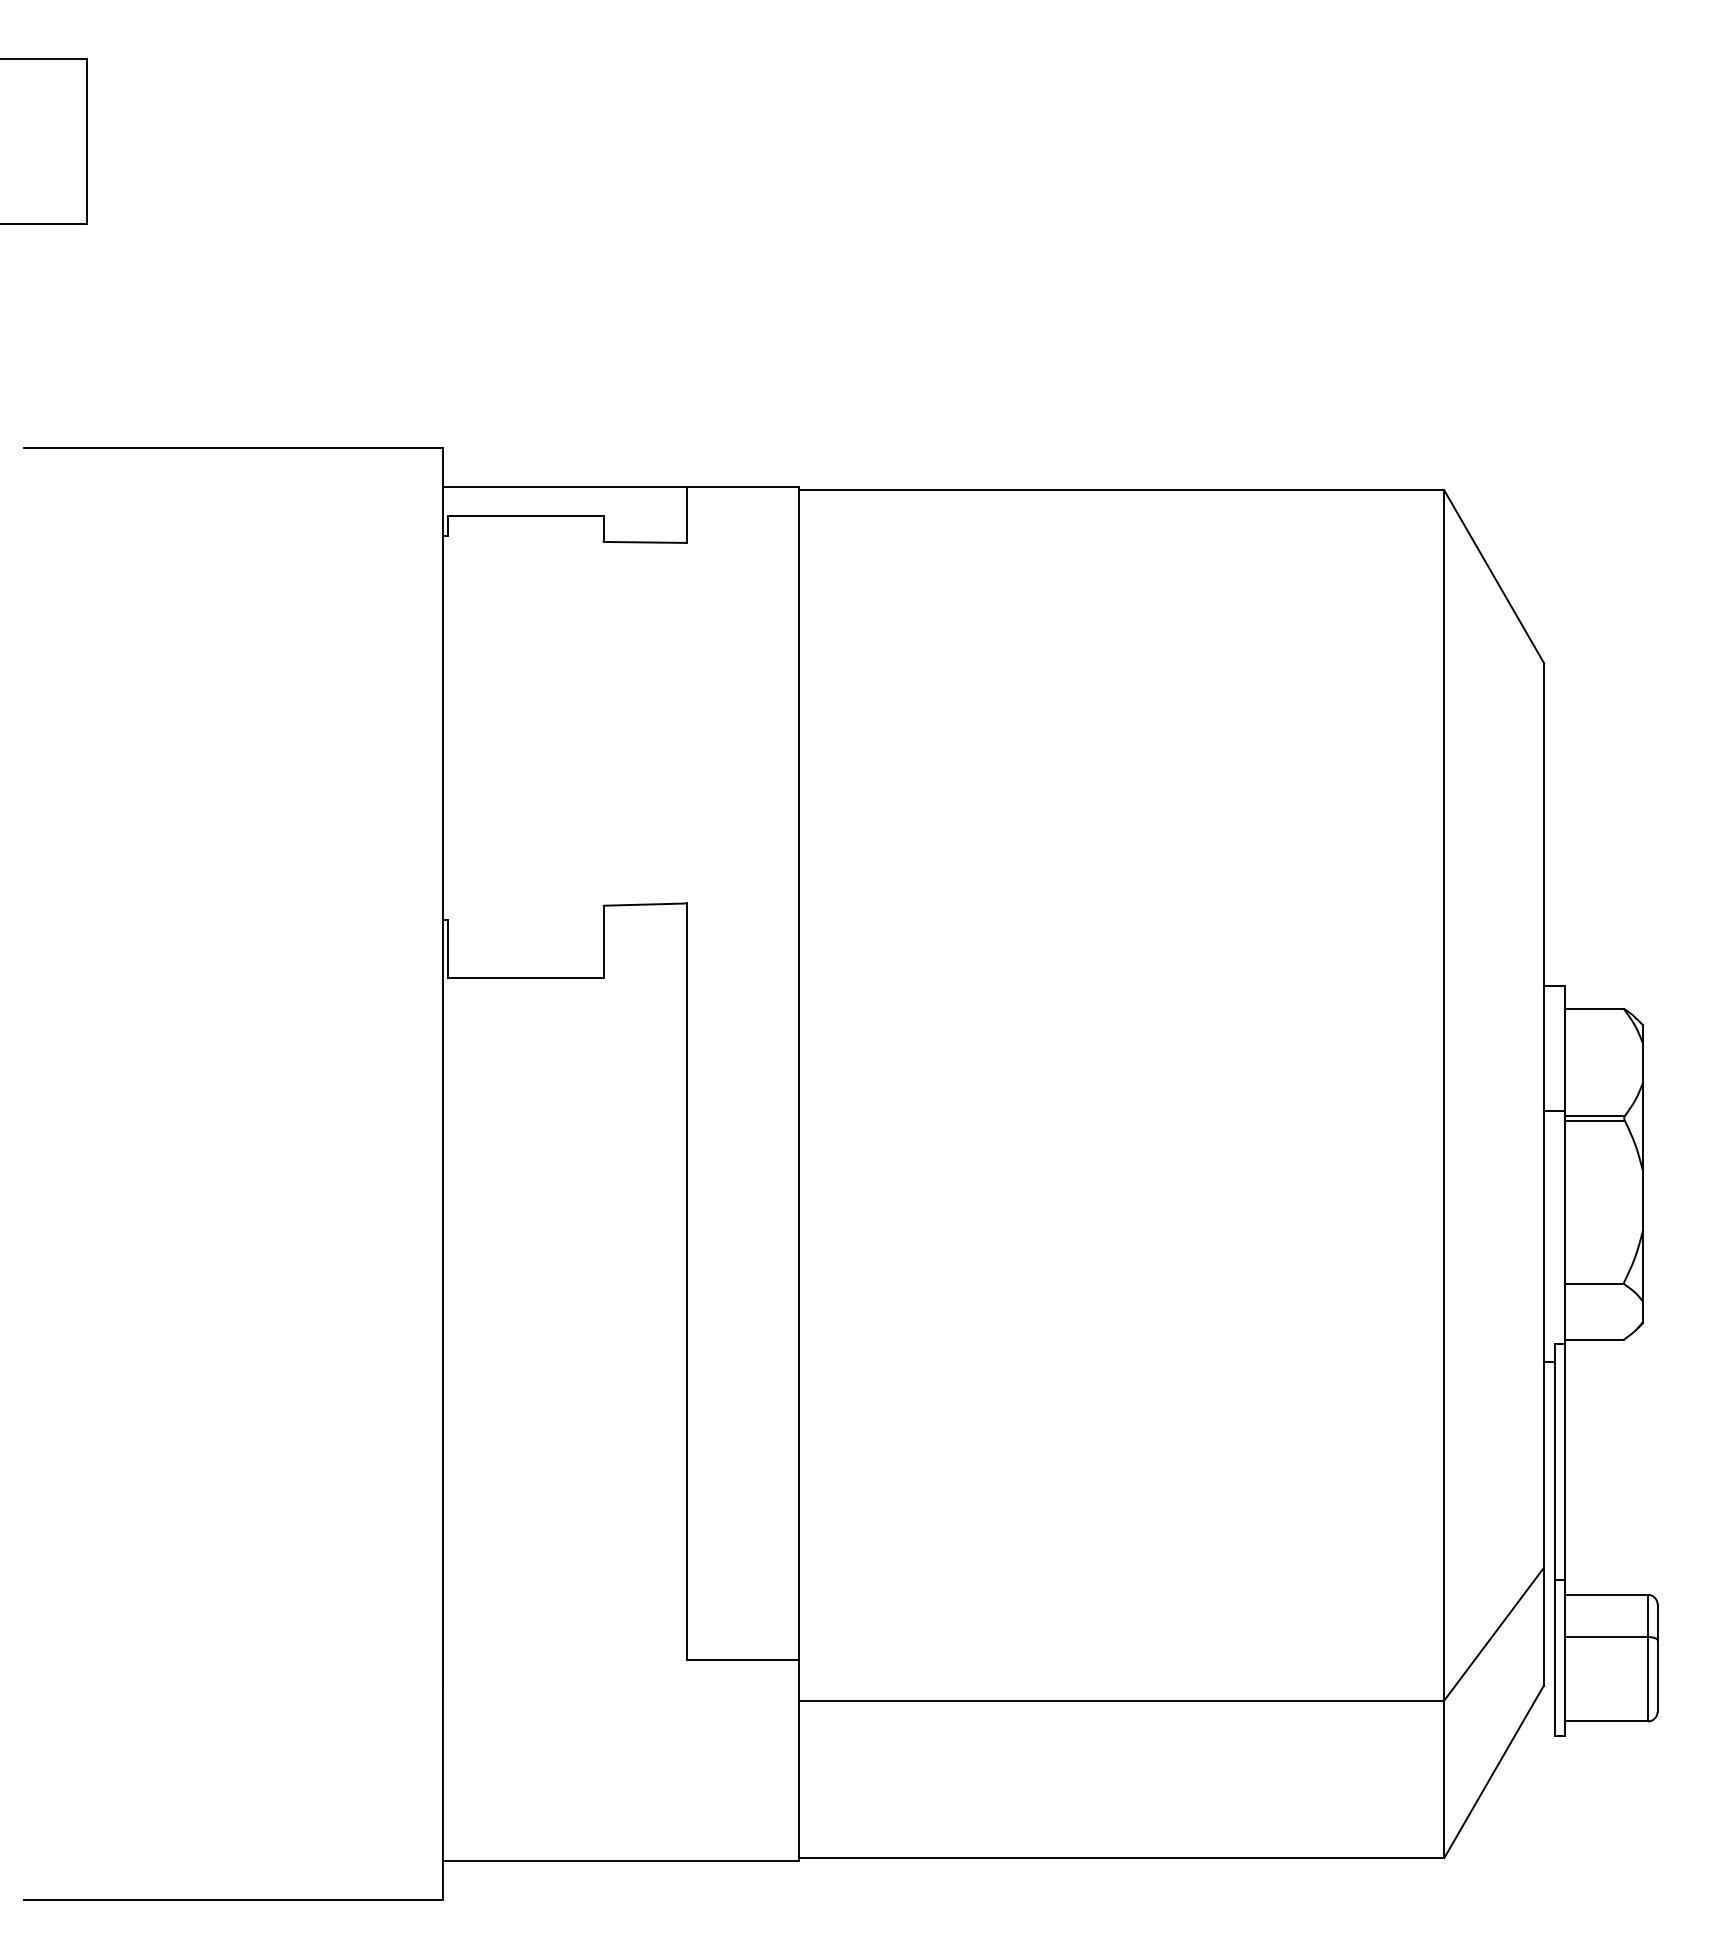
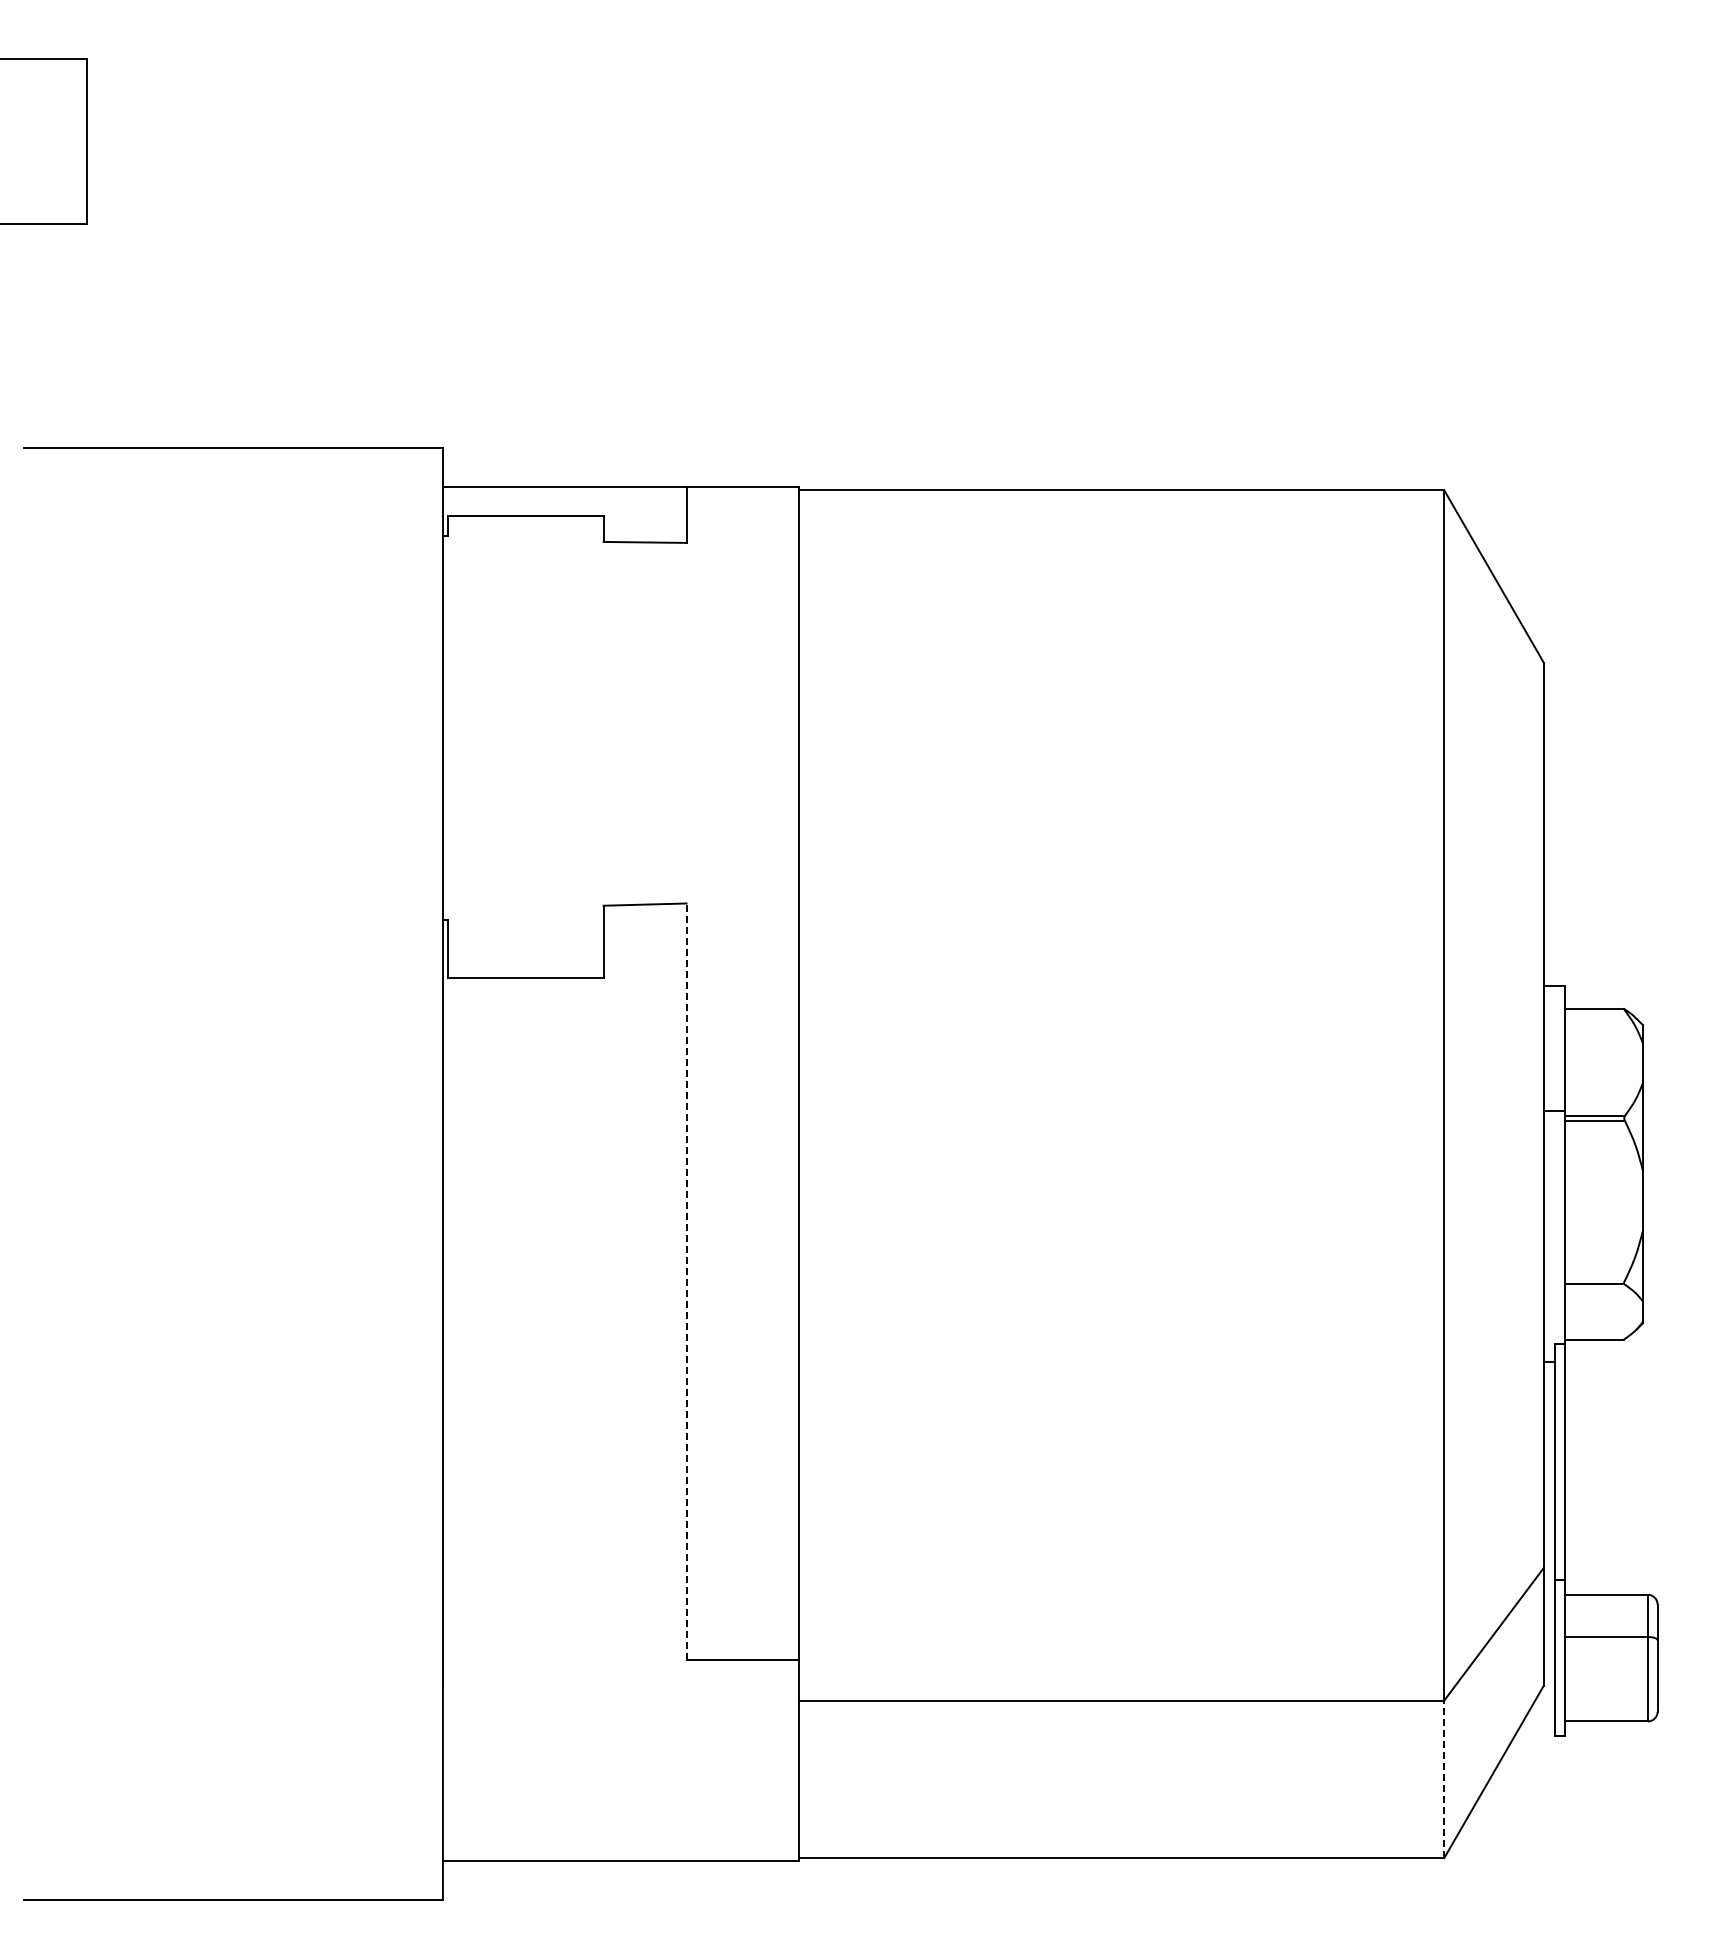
line at (686, 1281): solid -> dashed
line at (1444, 1779): solid -> dashed
